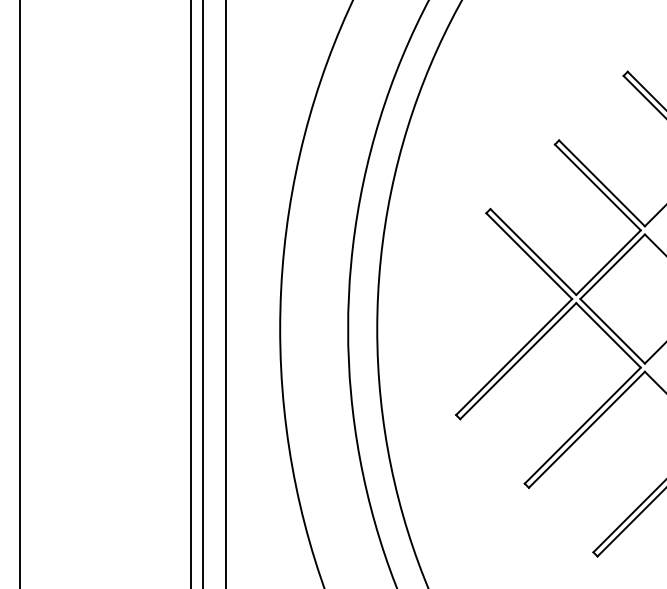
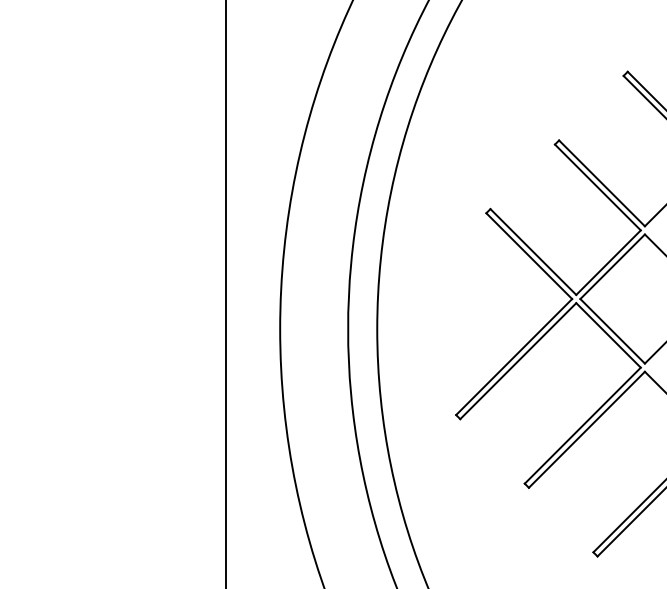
line at (20, 293): present -> none
line at (190, 293): present -> none
line at (202, 293): present -> none
